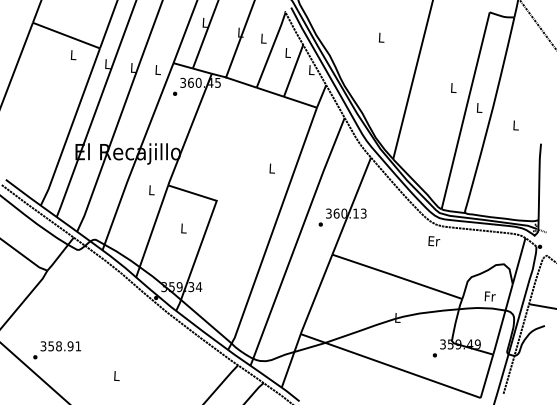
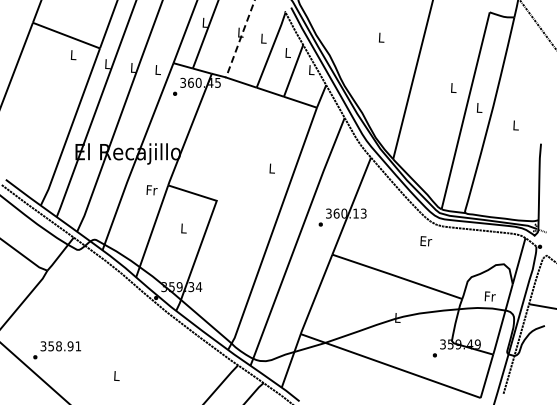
line at (240, 40): solid -> dashed
text at (151, 190): L -> Fr
text at (434, 241) position: (434, 241) -> (426, 241)
